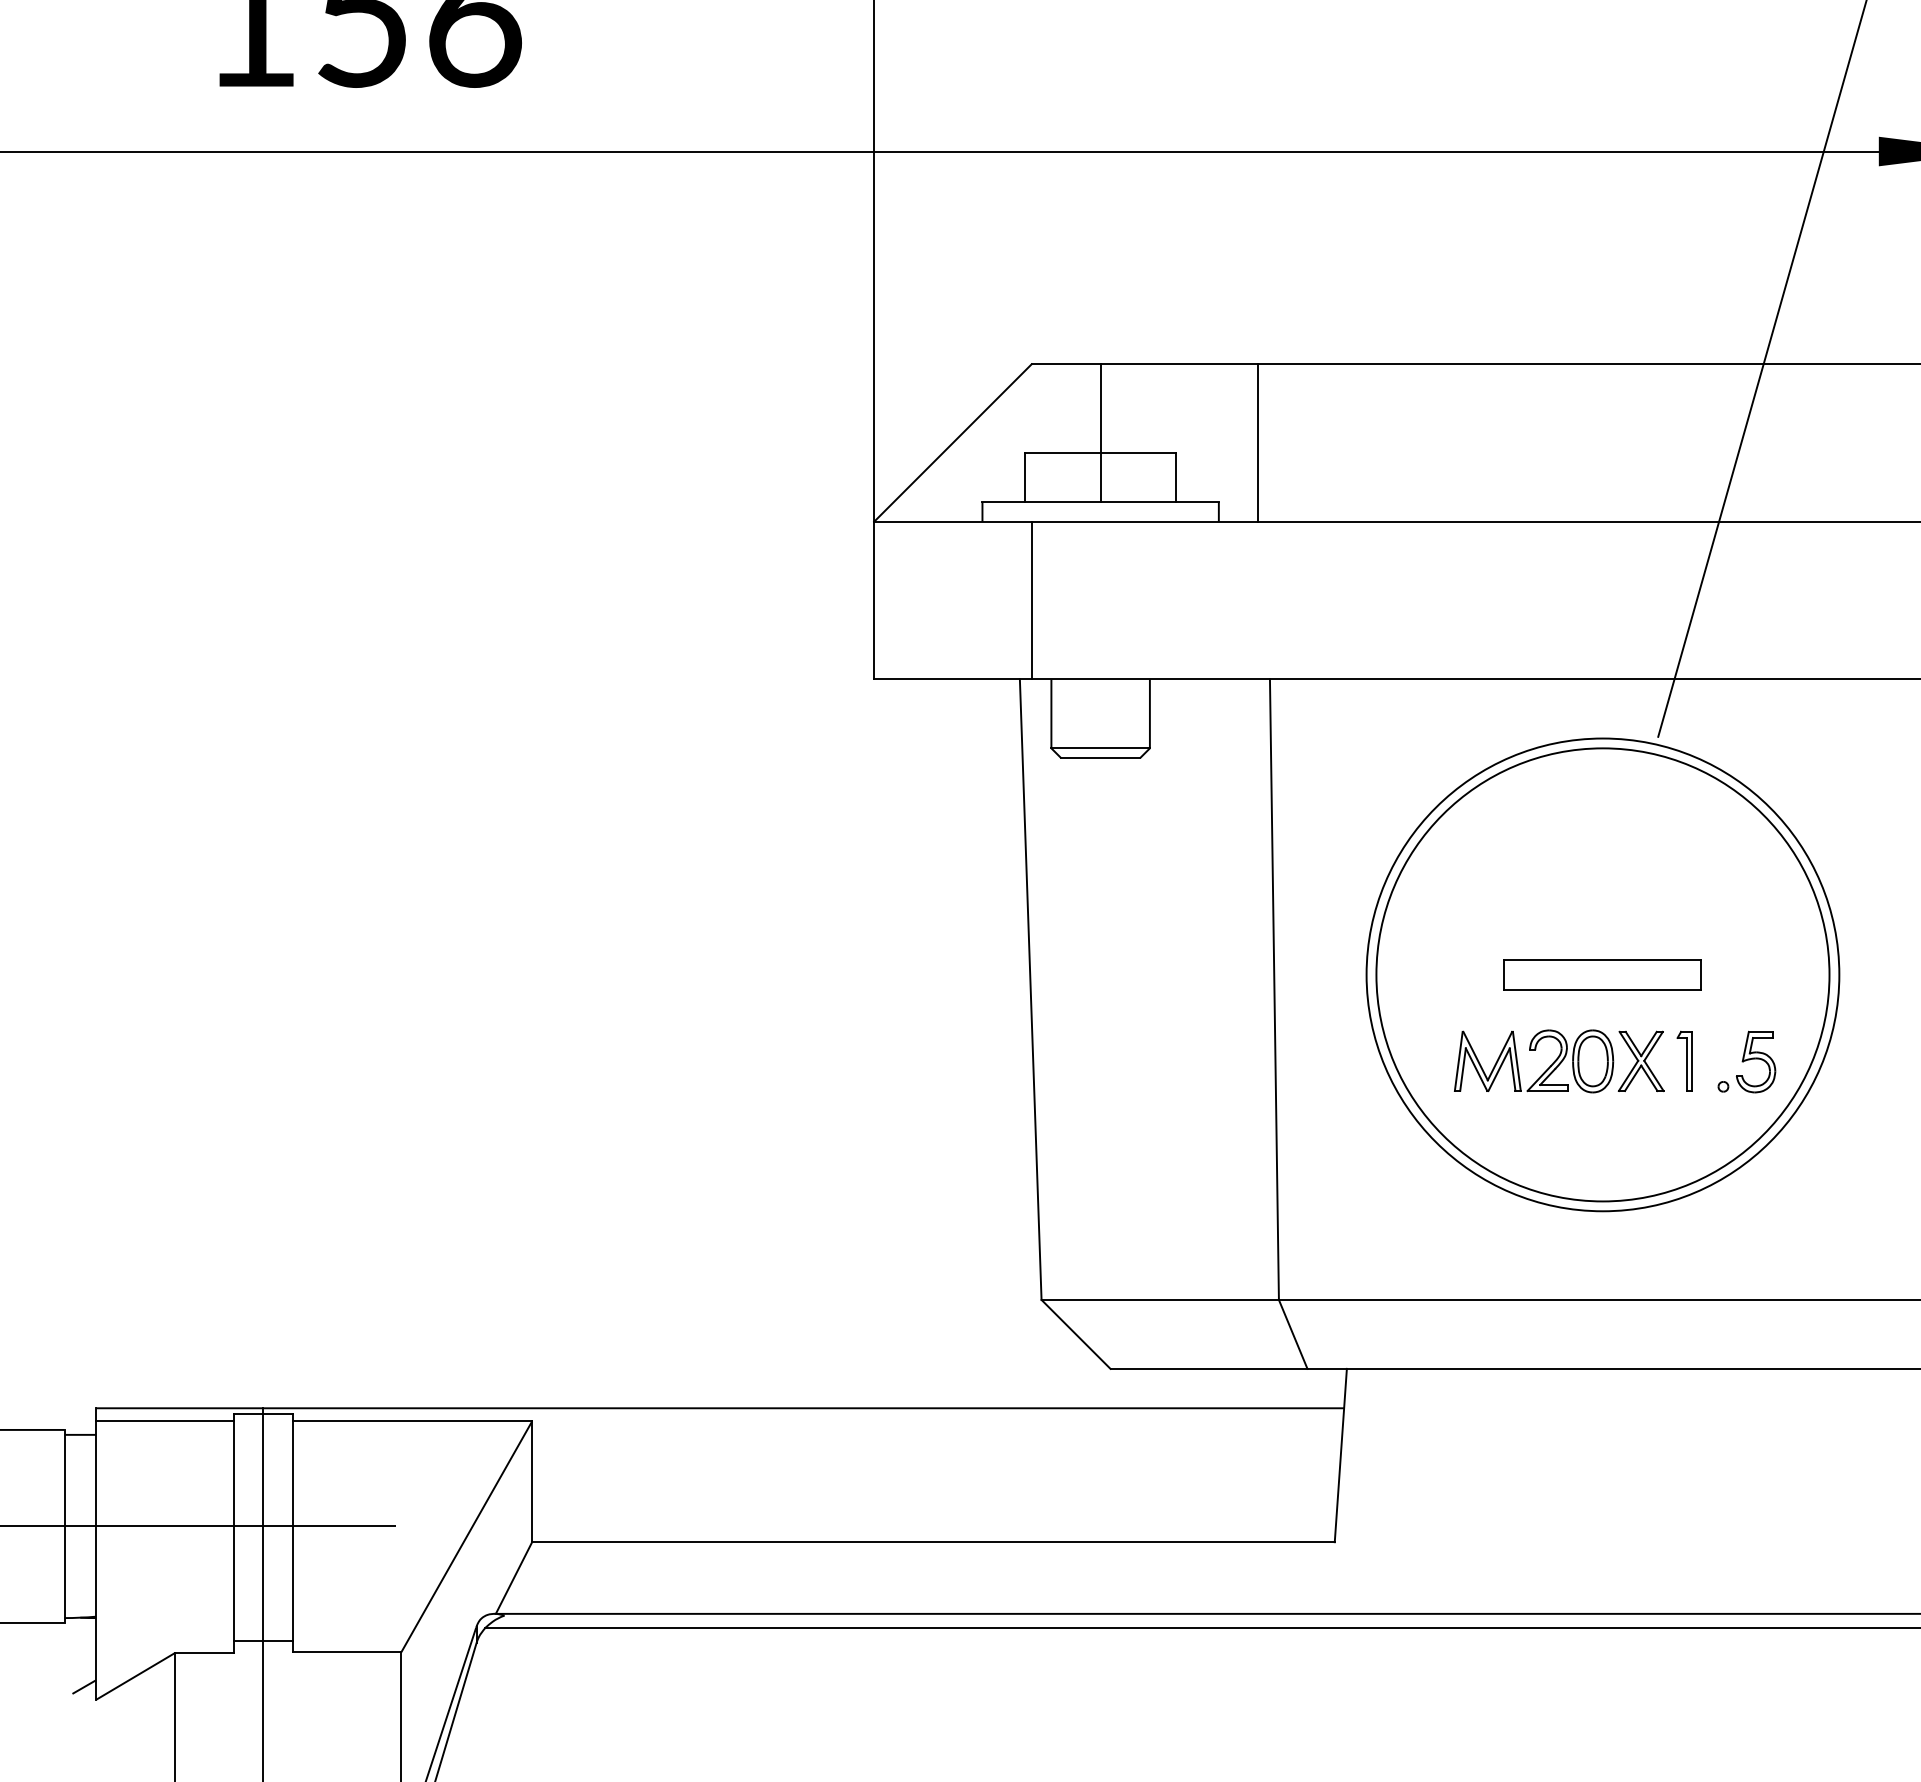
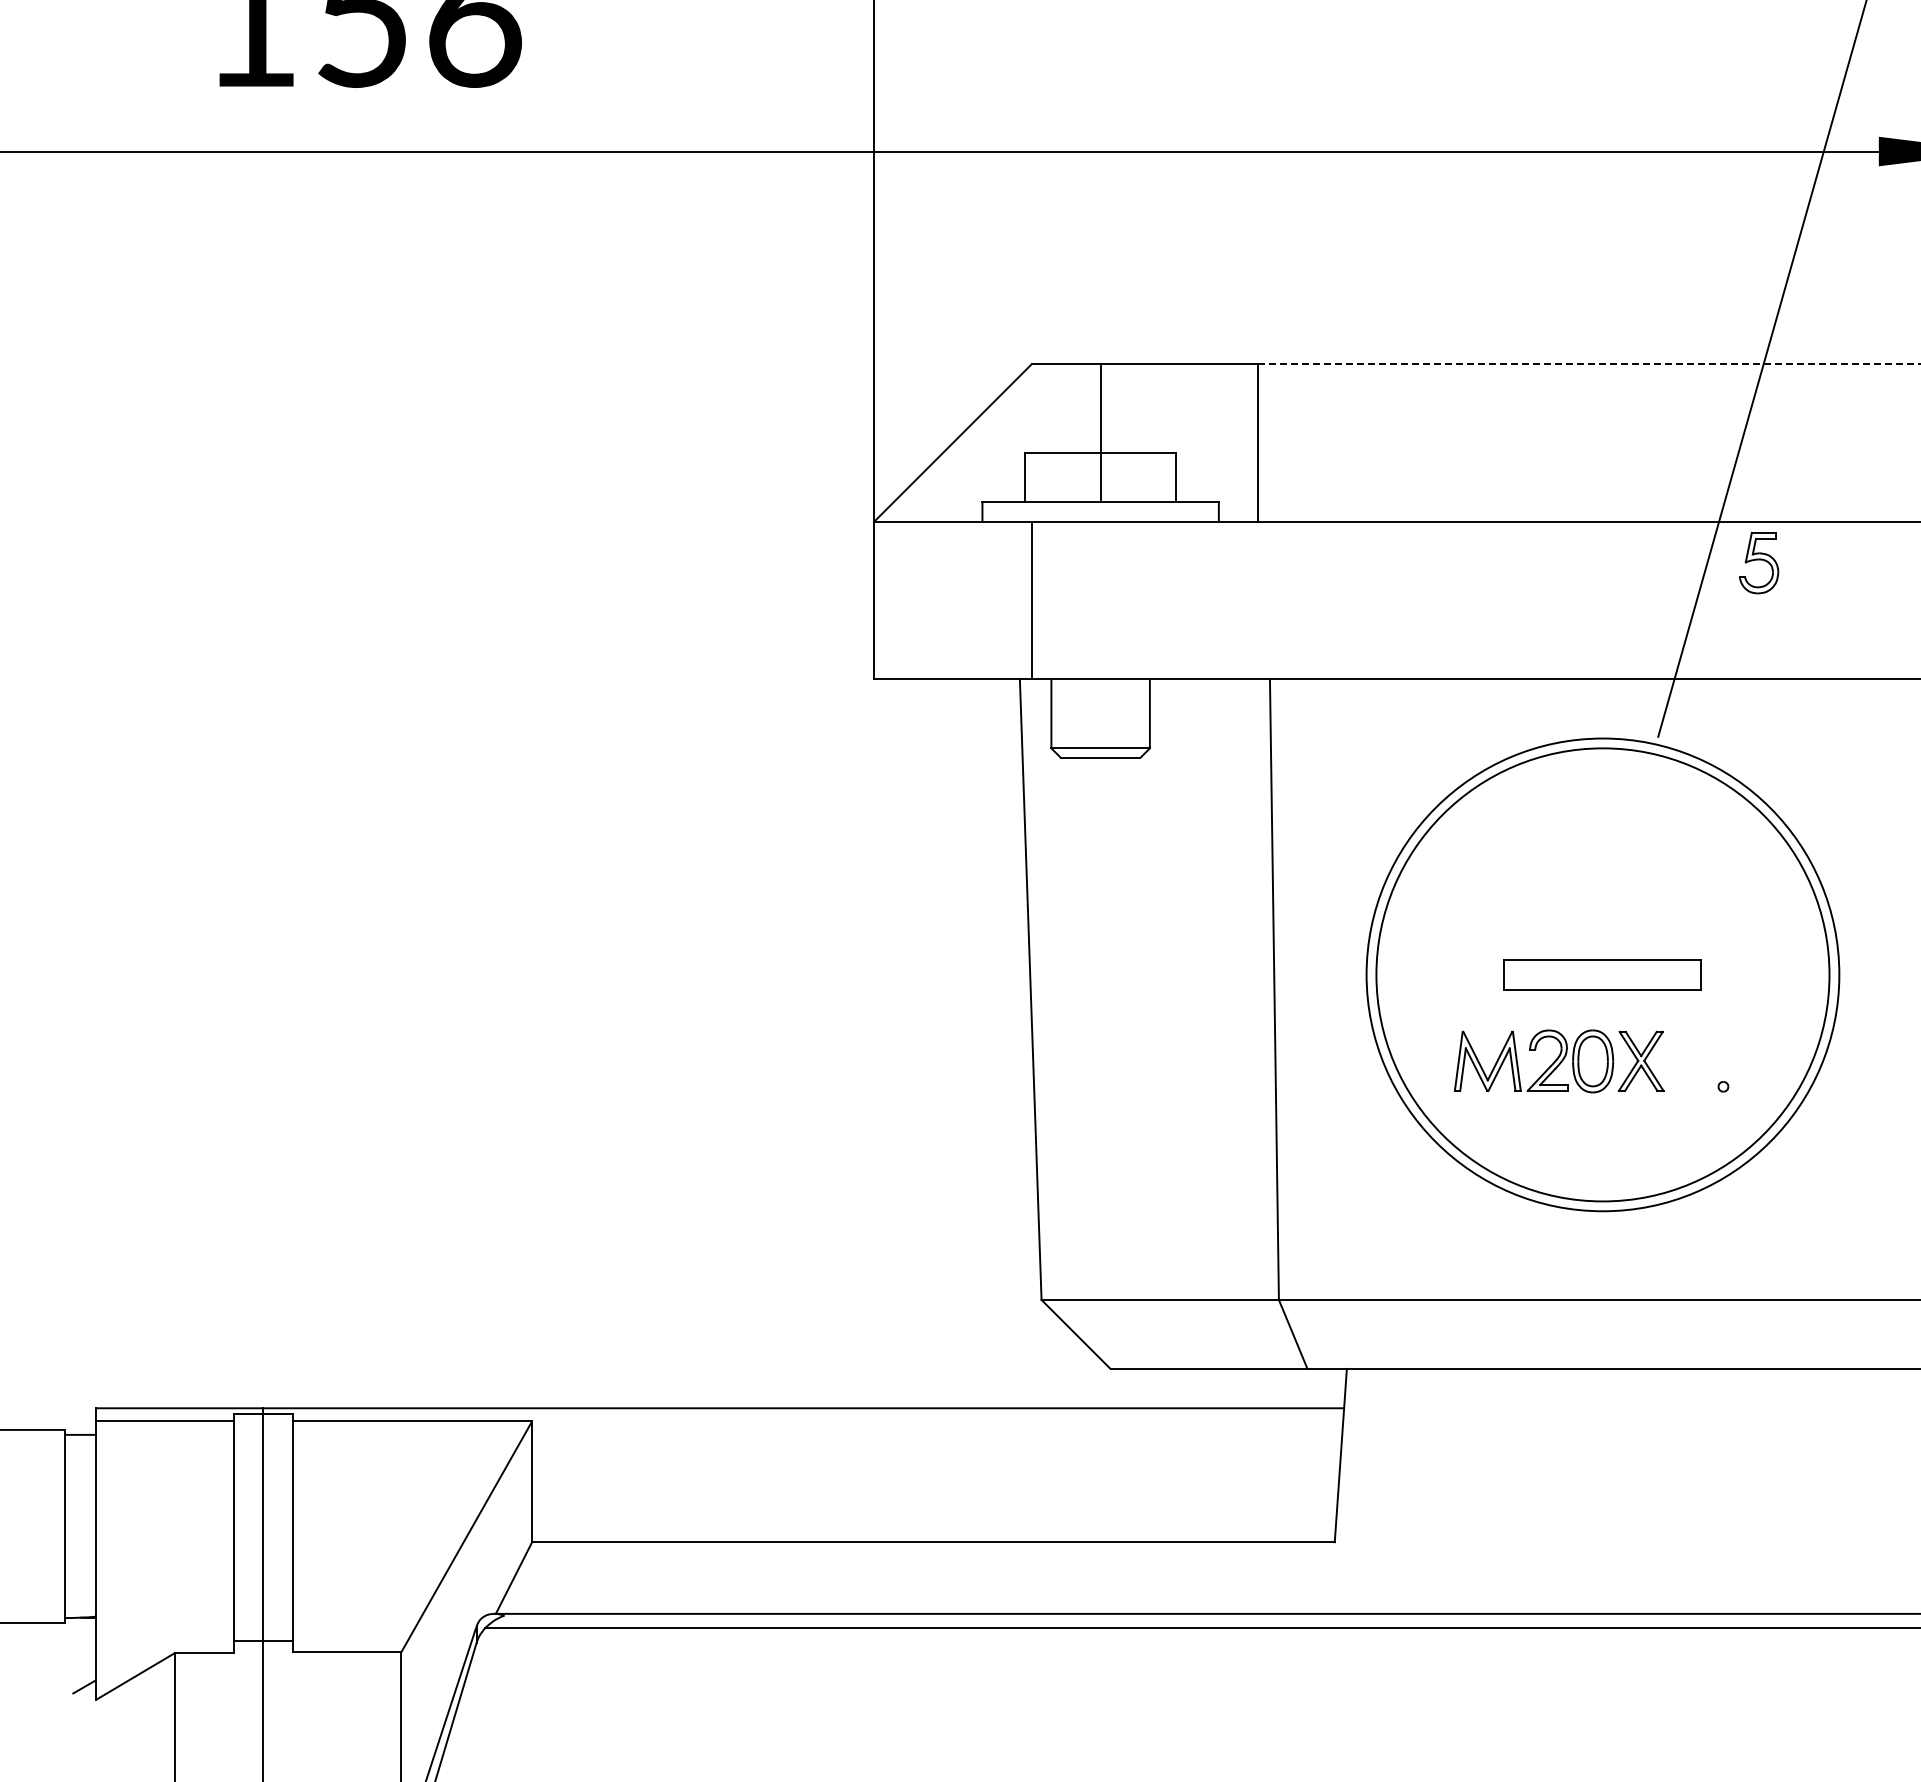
line at (1590, 364): solid -> dashed
part at (1684, 1060): present -> none
part at (1756, 1061) position: (1756, 1061) -> (1759, 562)
line at (198, 1526): present -> none
